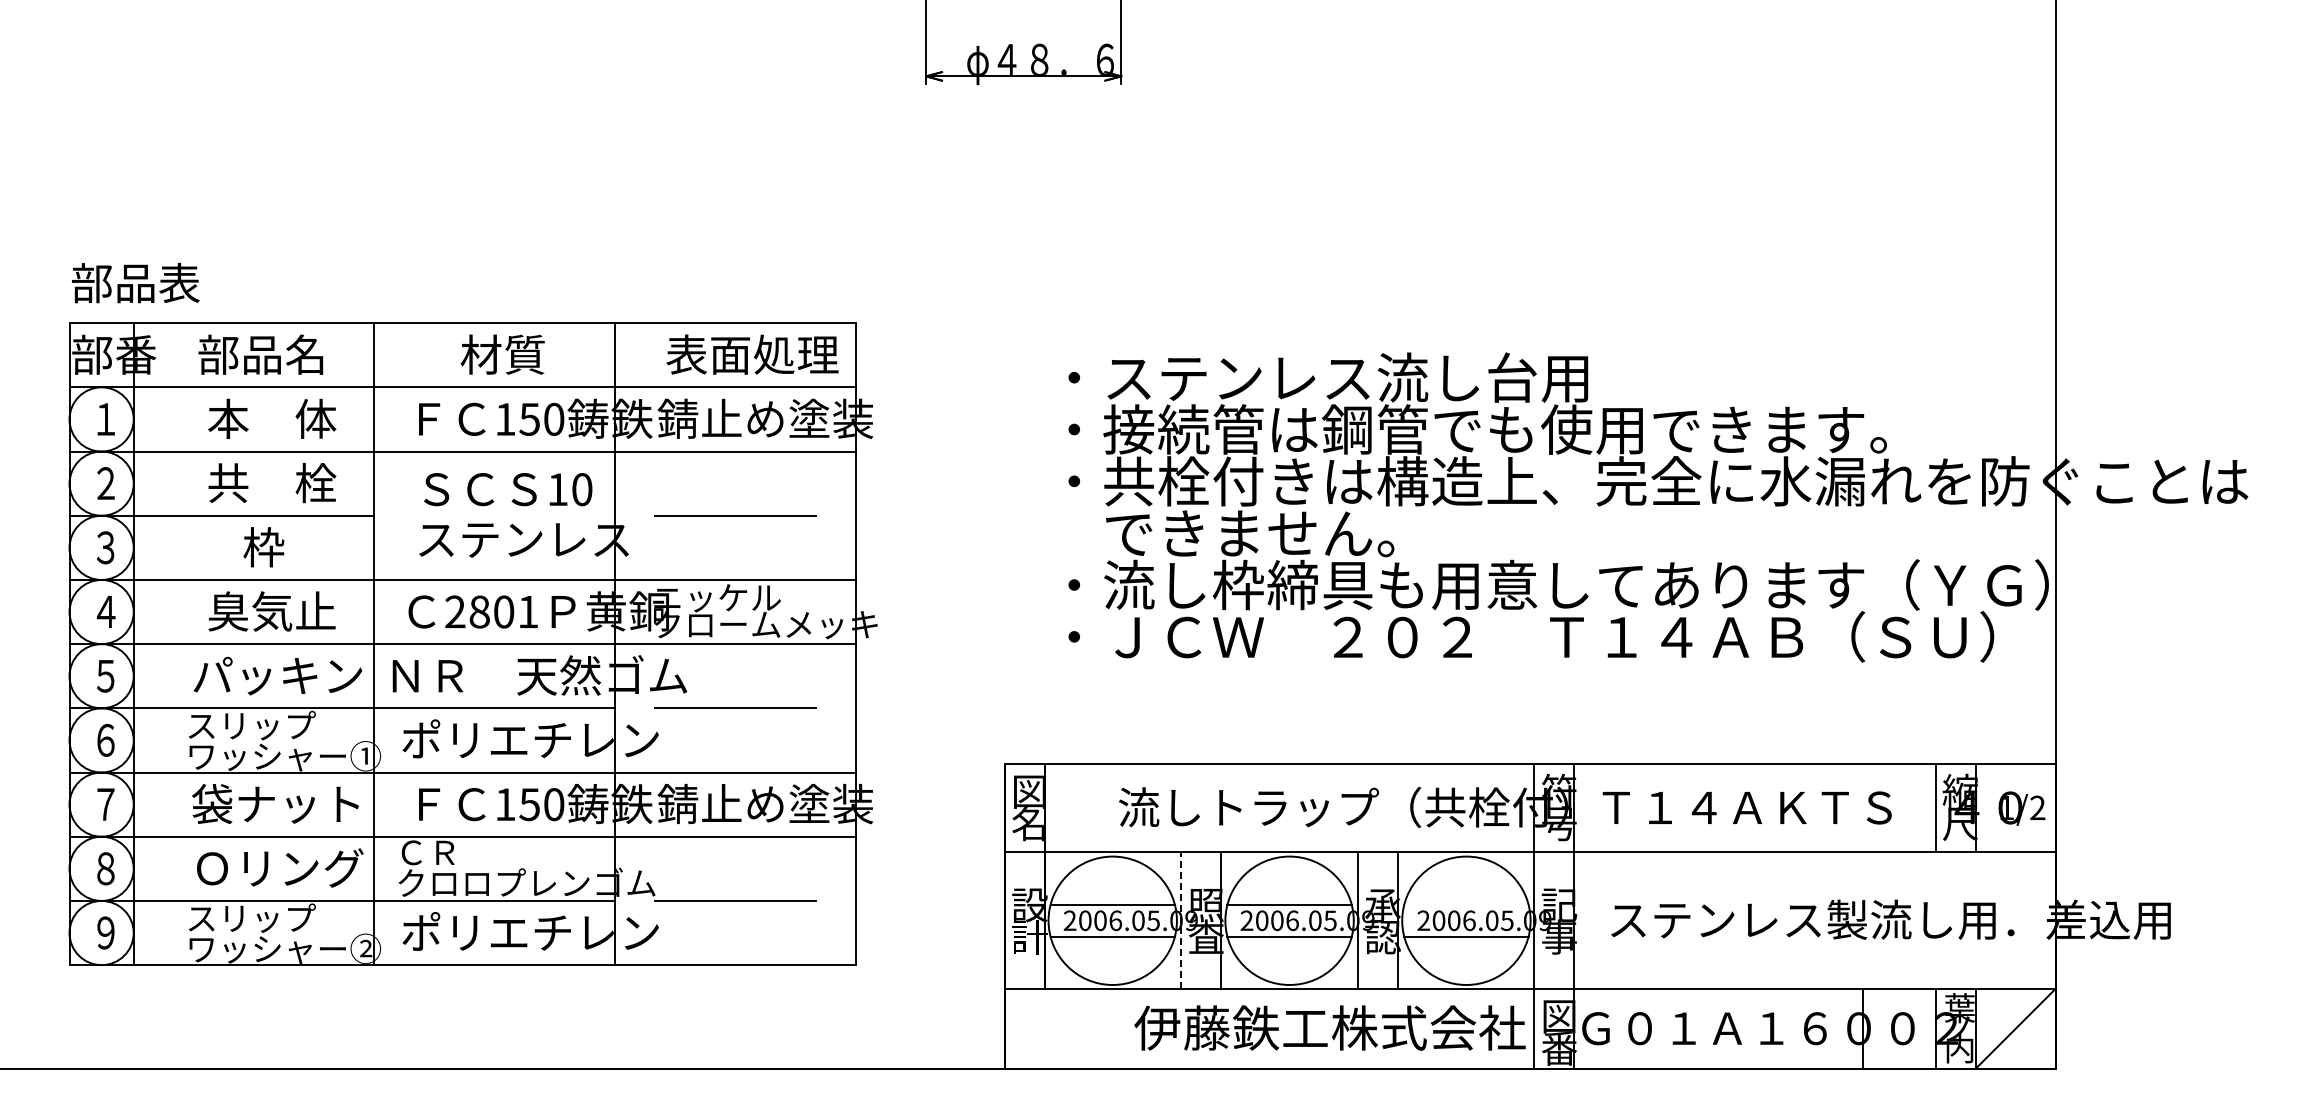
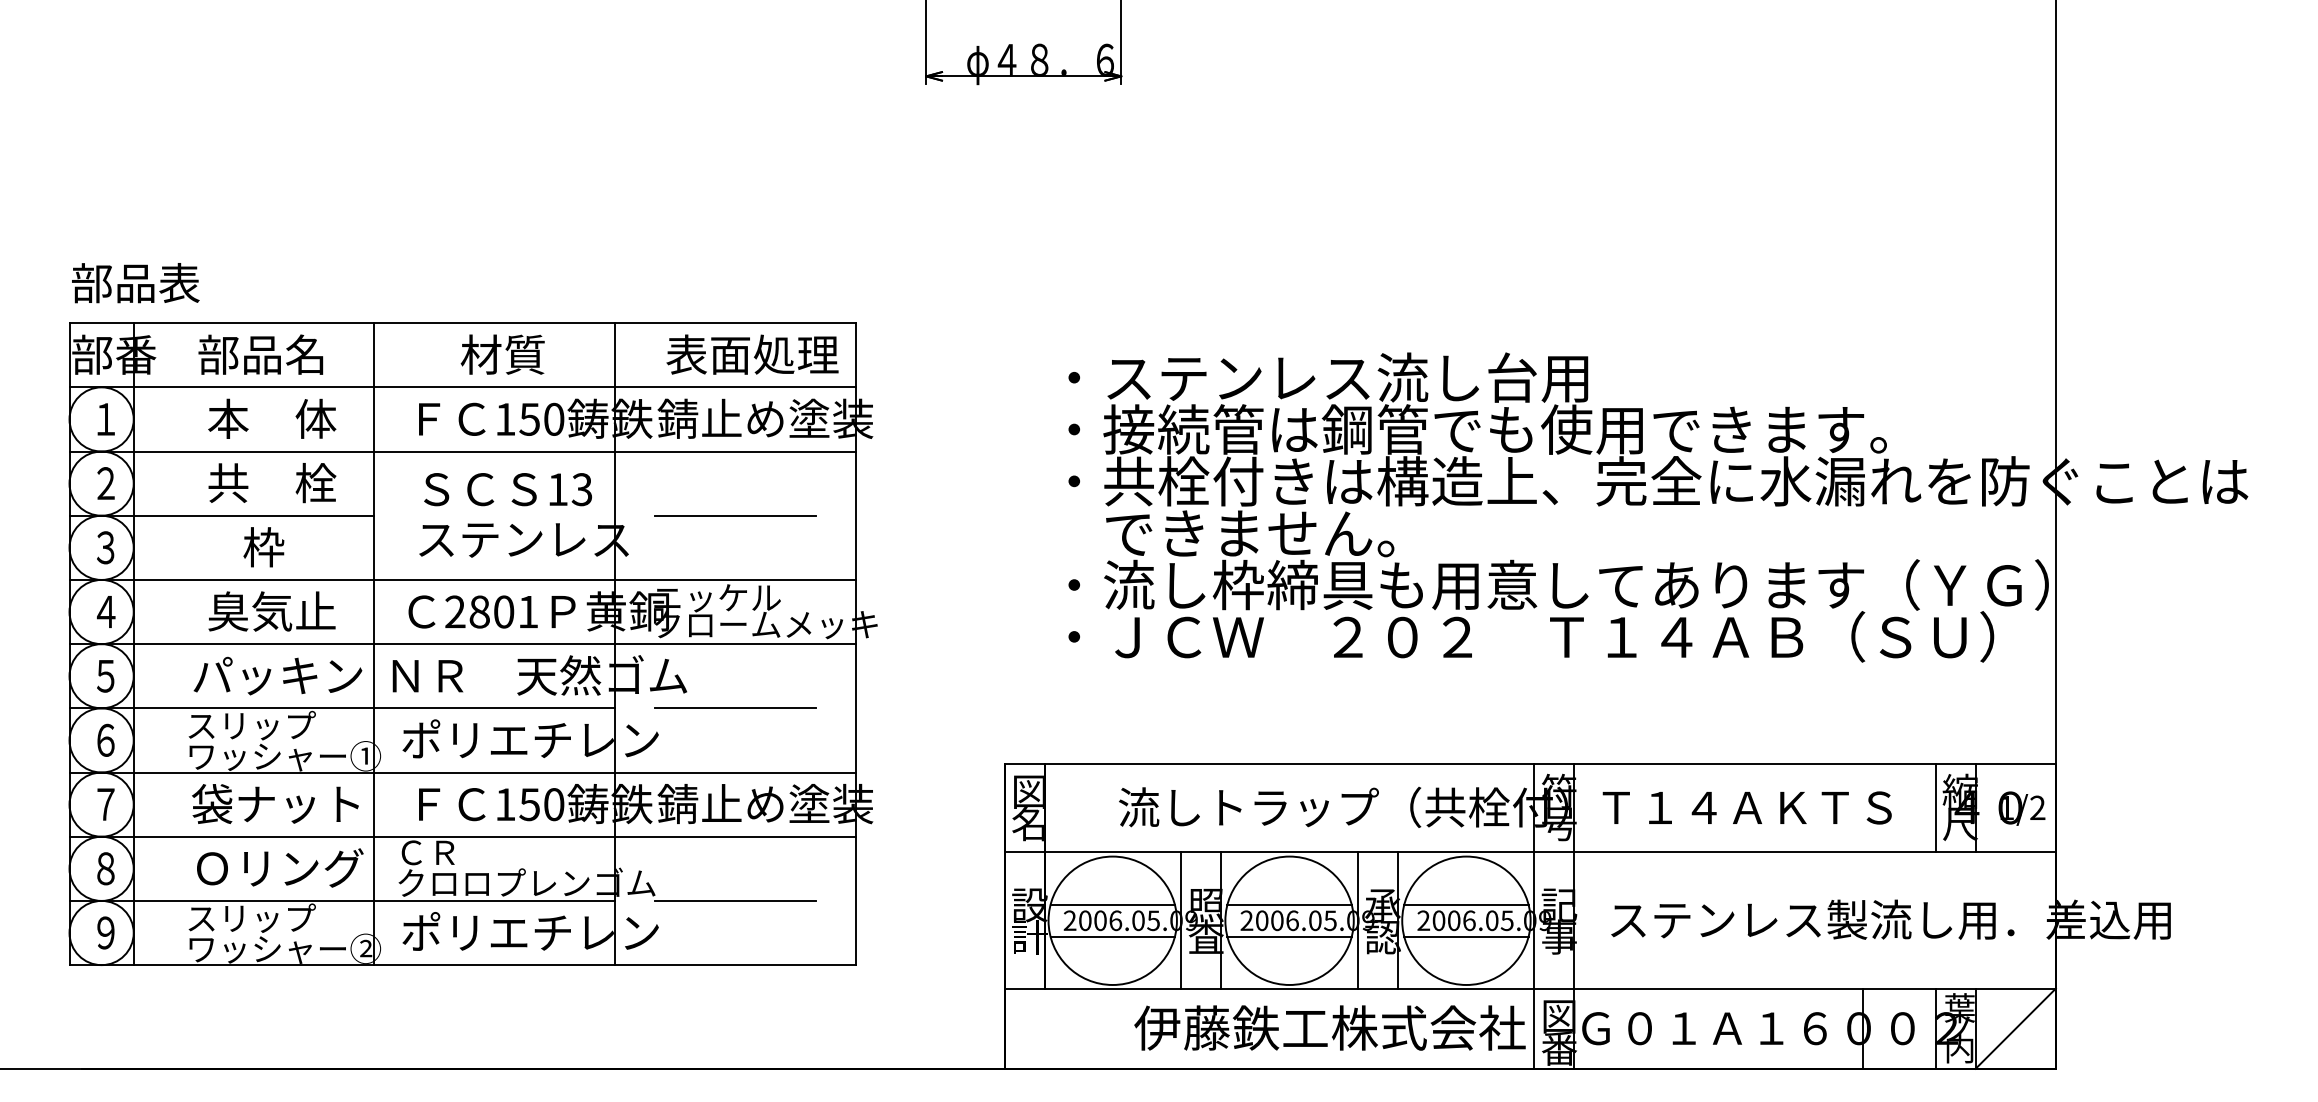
text at (581, 489): 10 -> 13
line at (1466, 904): none -> present
line at (1181, 919): dashed -> solid
